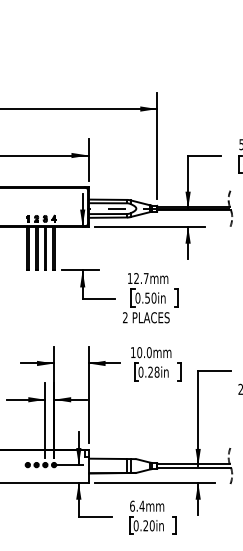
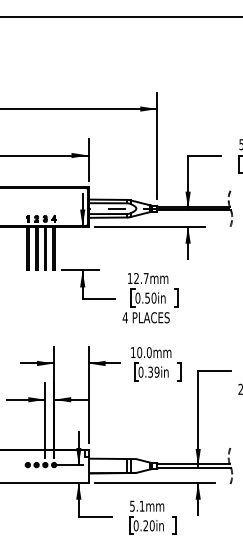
line at (120, 16): none -> present
text at (124, 317): 2 -> 4
text at (153, 372): 0.28in -> 0.39in
text at (137, 505): 6.4mm -> 5.1mm
